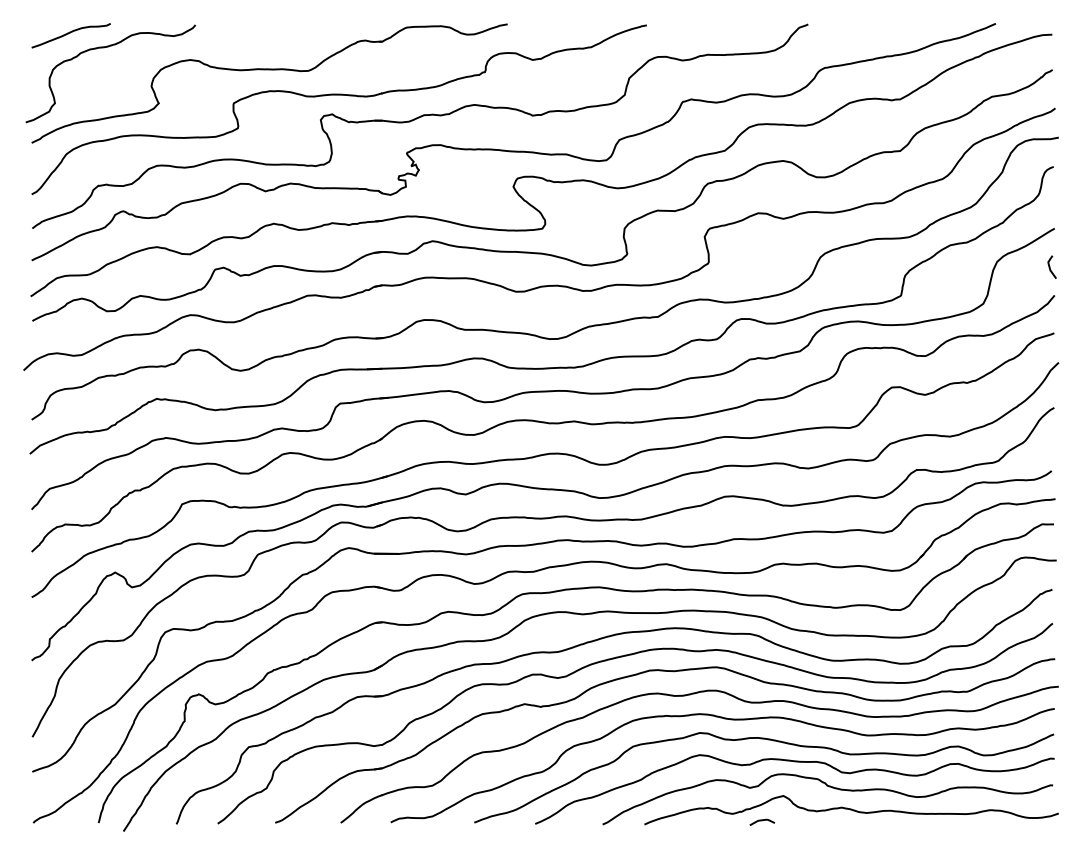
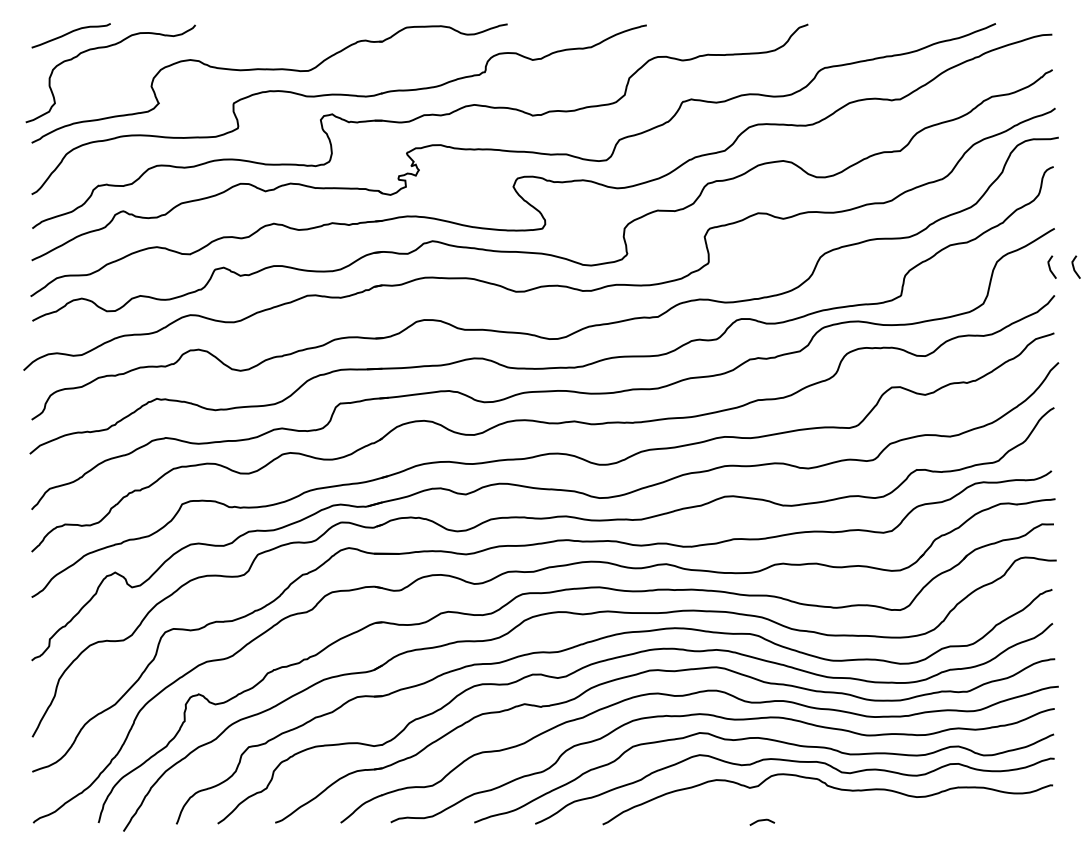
curve at (1074, 266): none -> present
curve at (851, 810): present -> none
